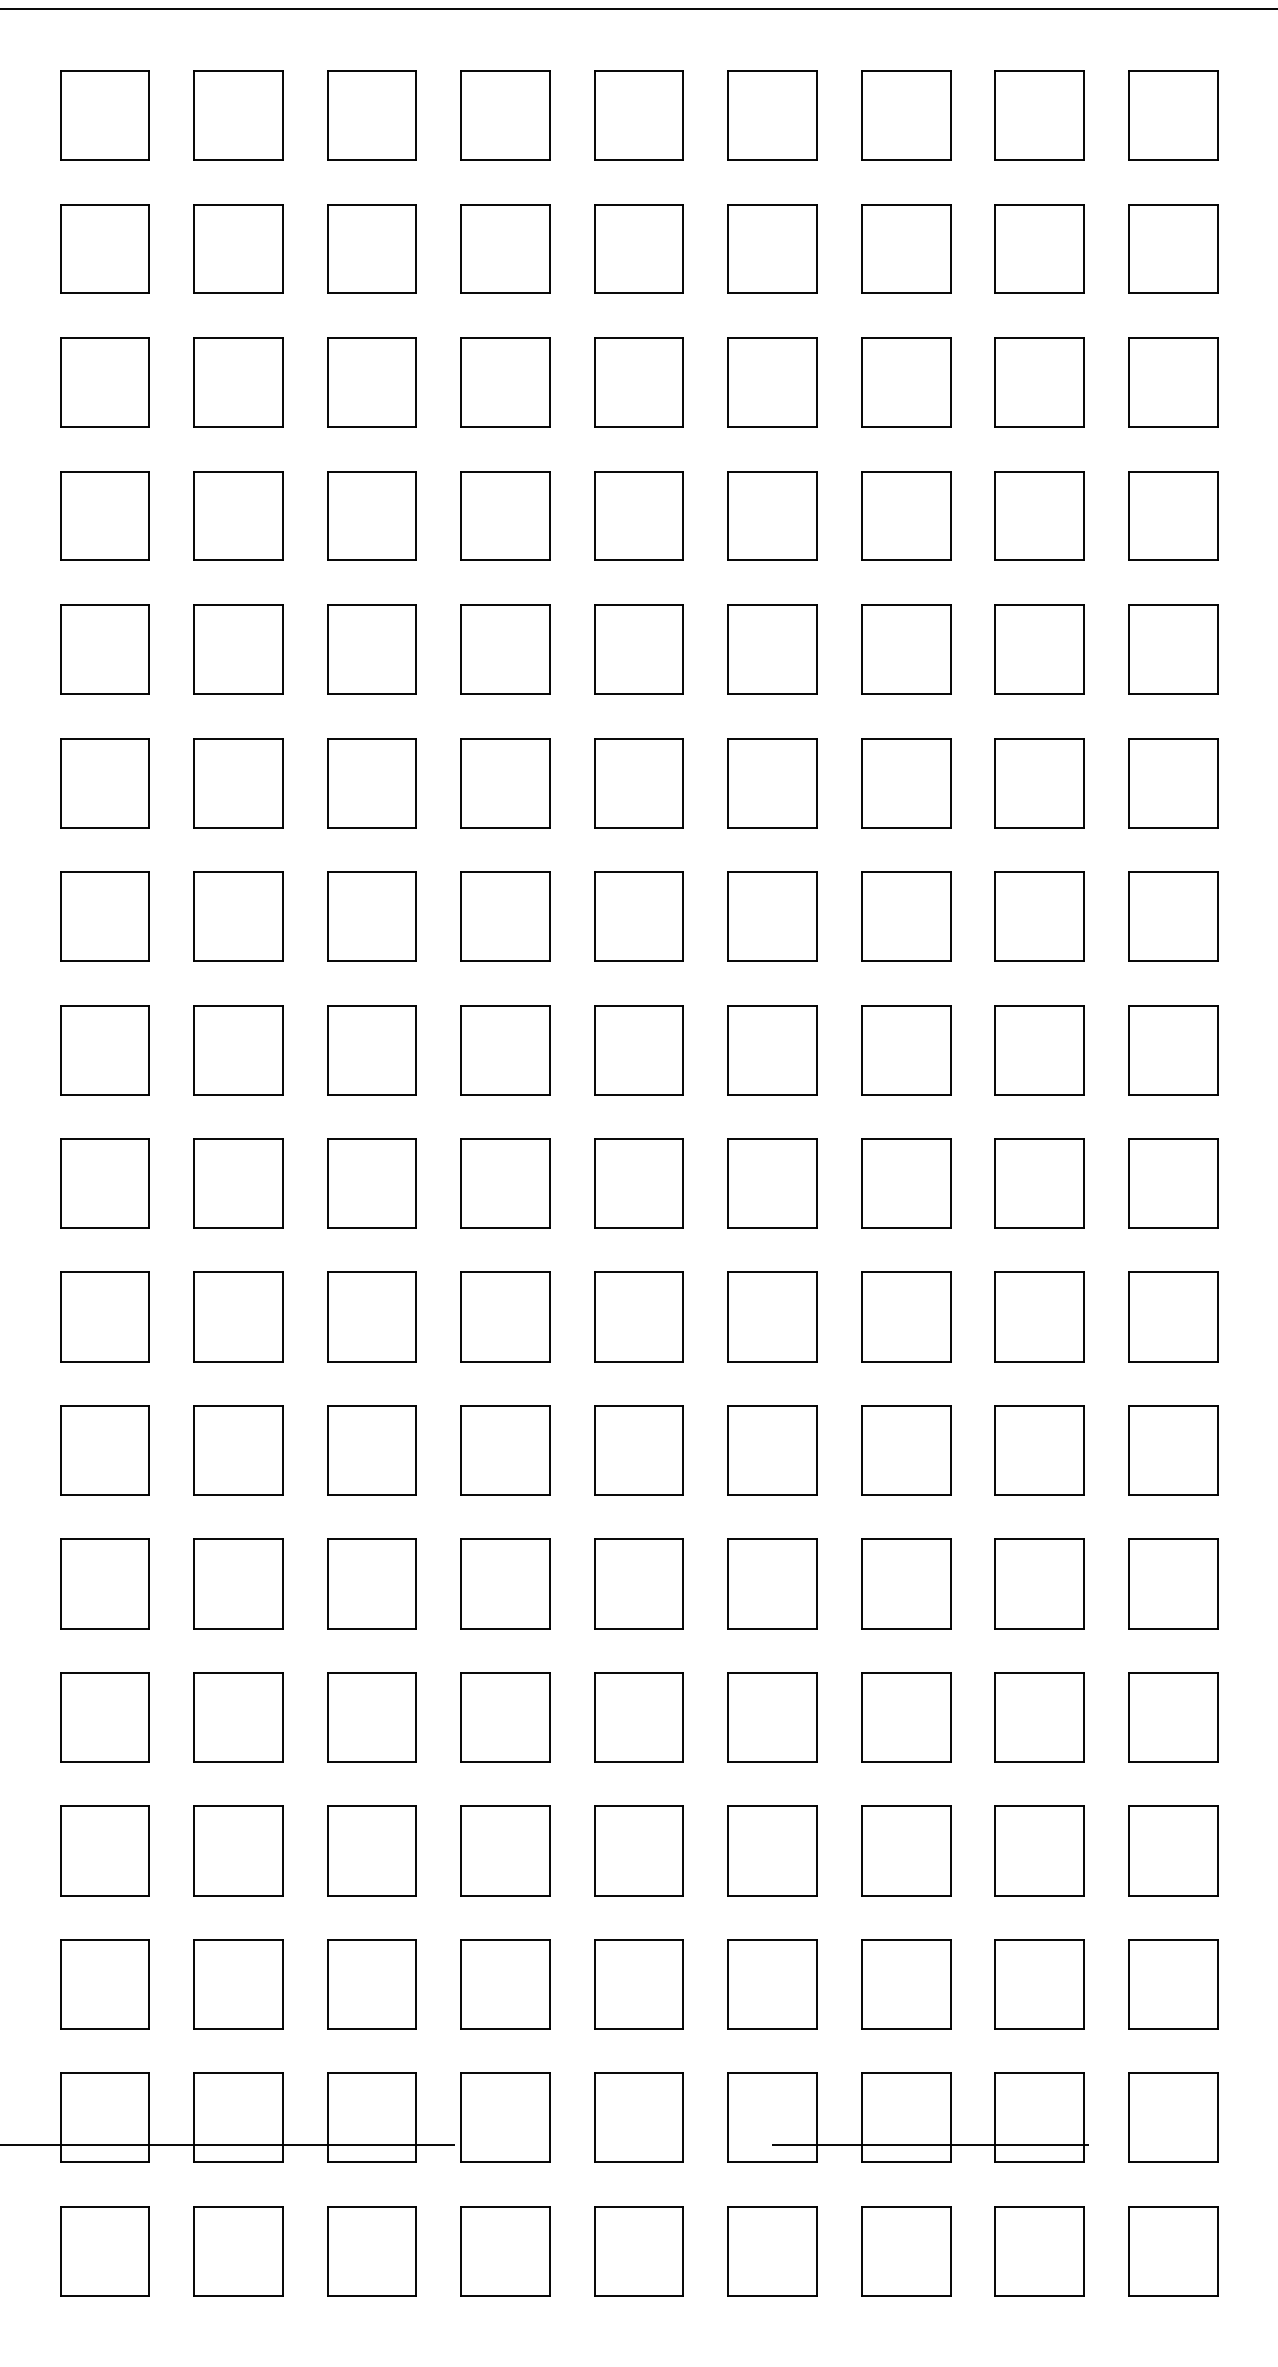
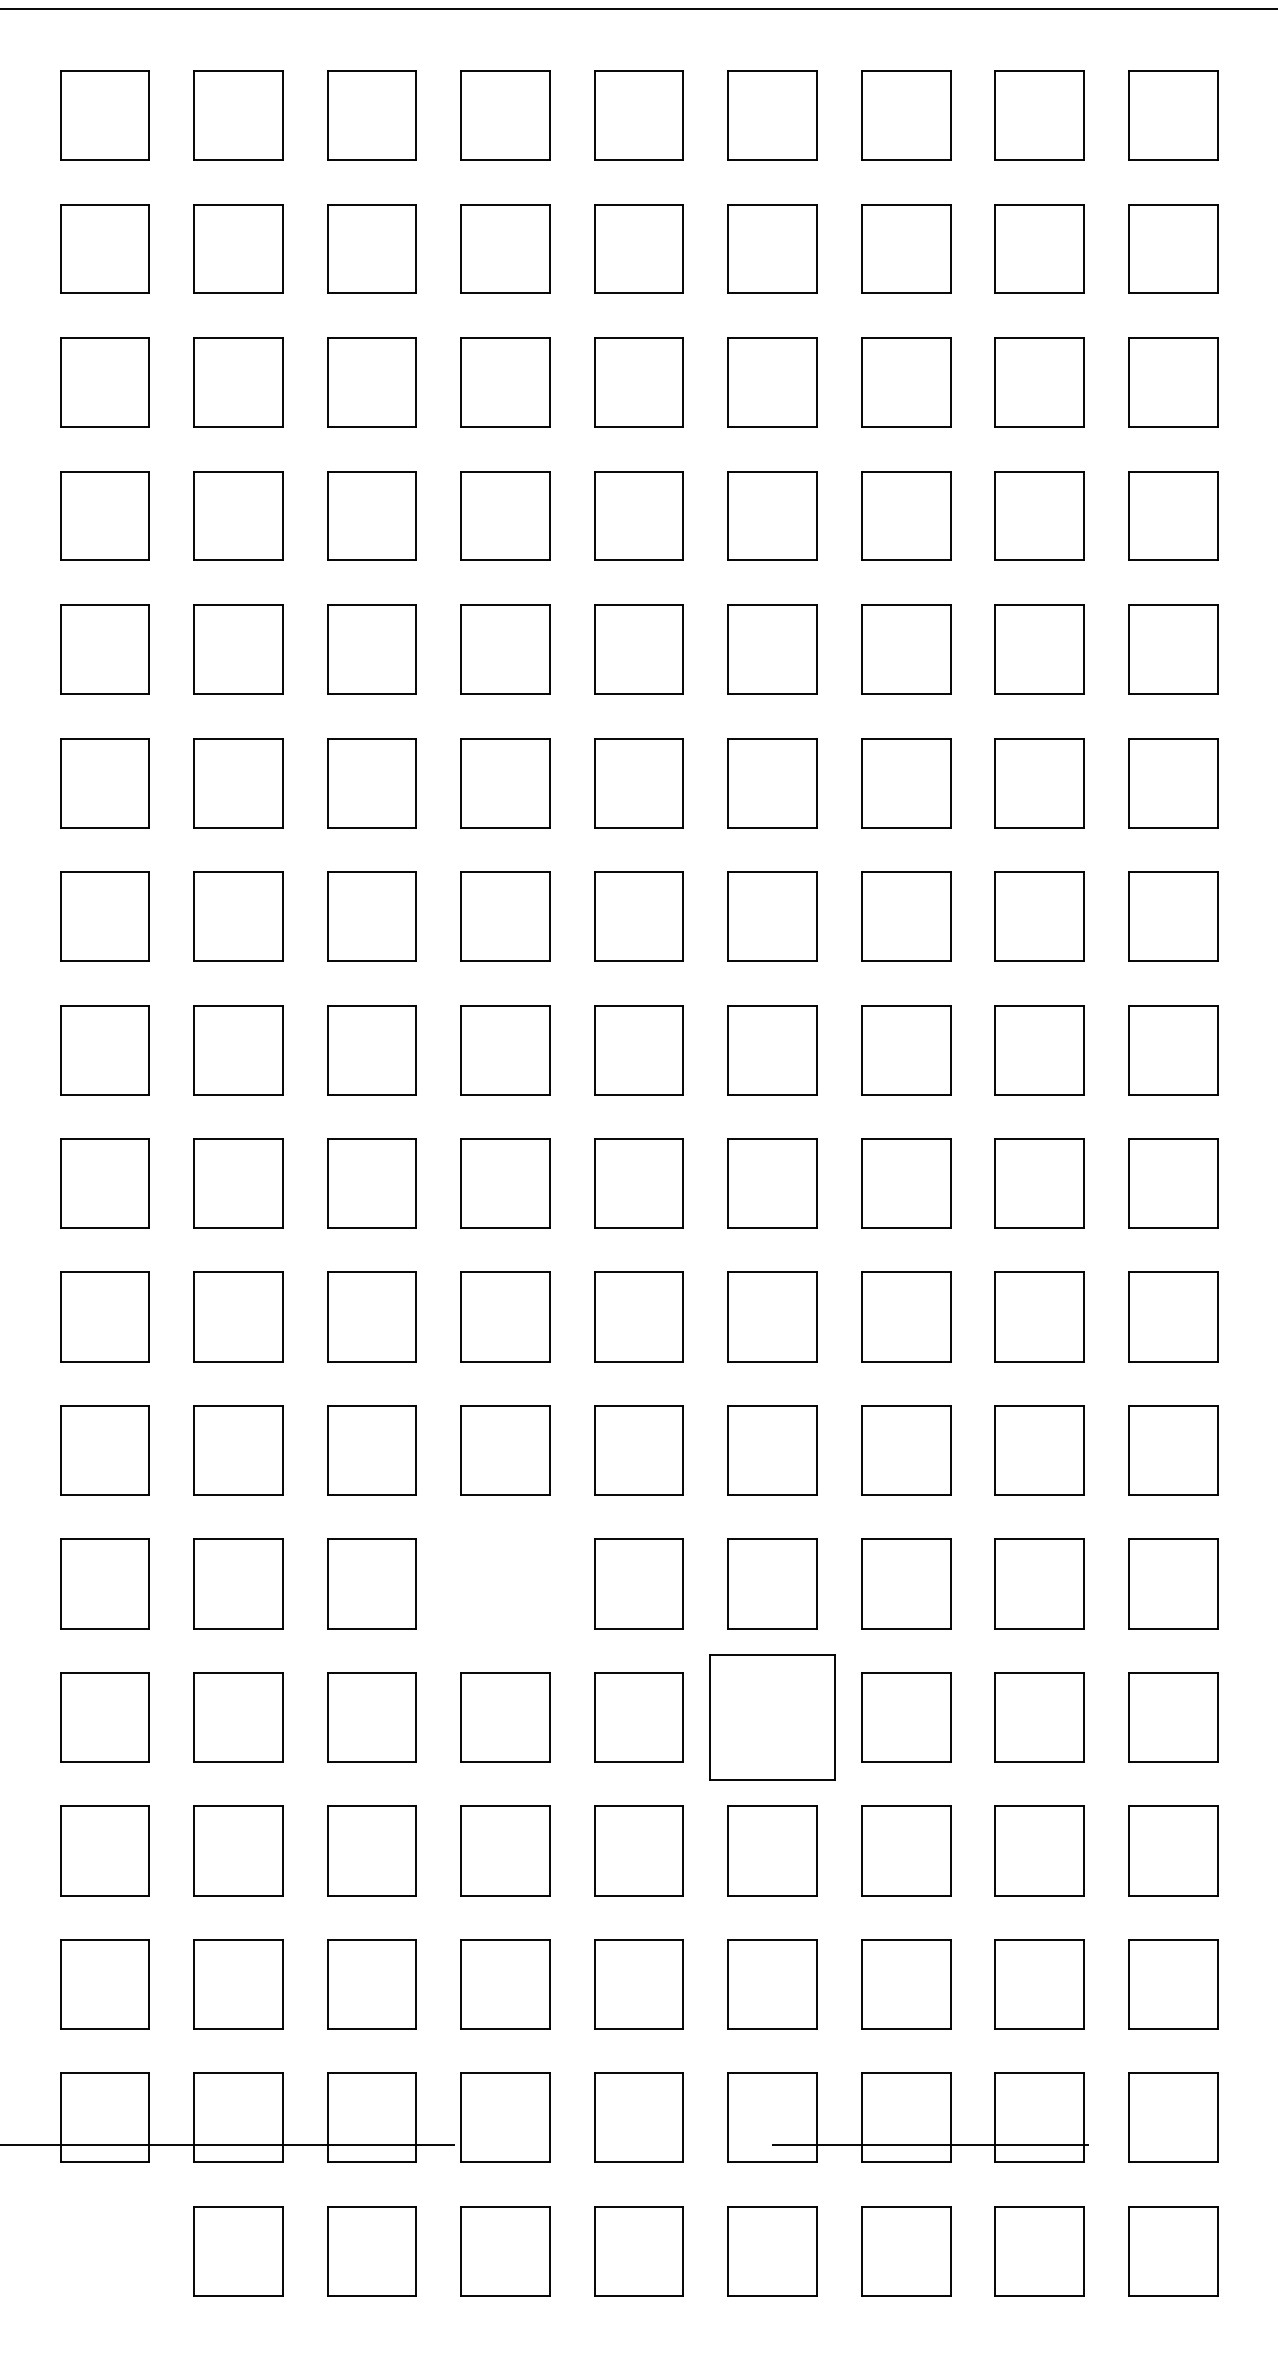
part at (505, 1583): present -> none
part at (772, 1717) size: 91x91 px -> 127x127 px
part at (104, 2251): present -> none
